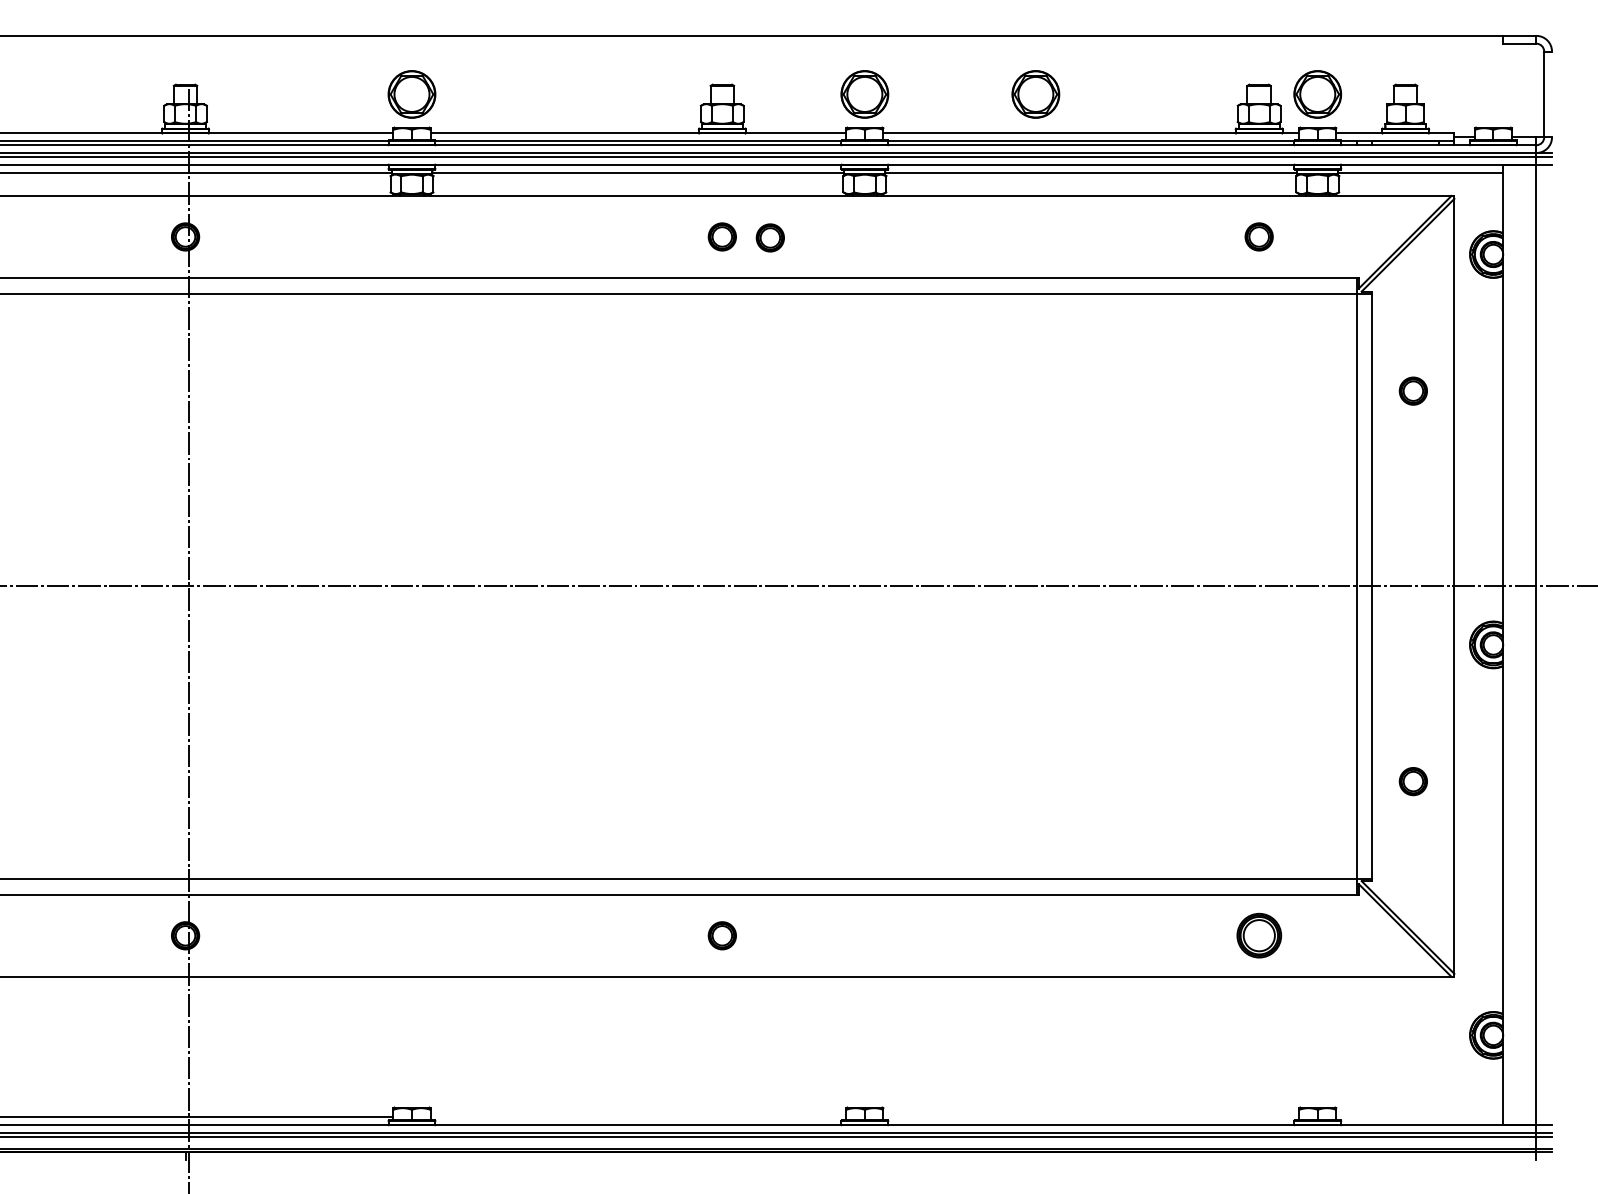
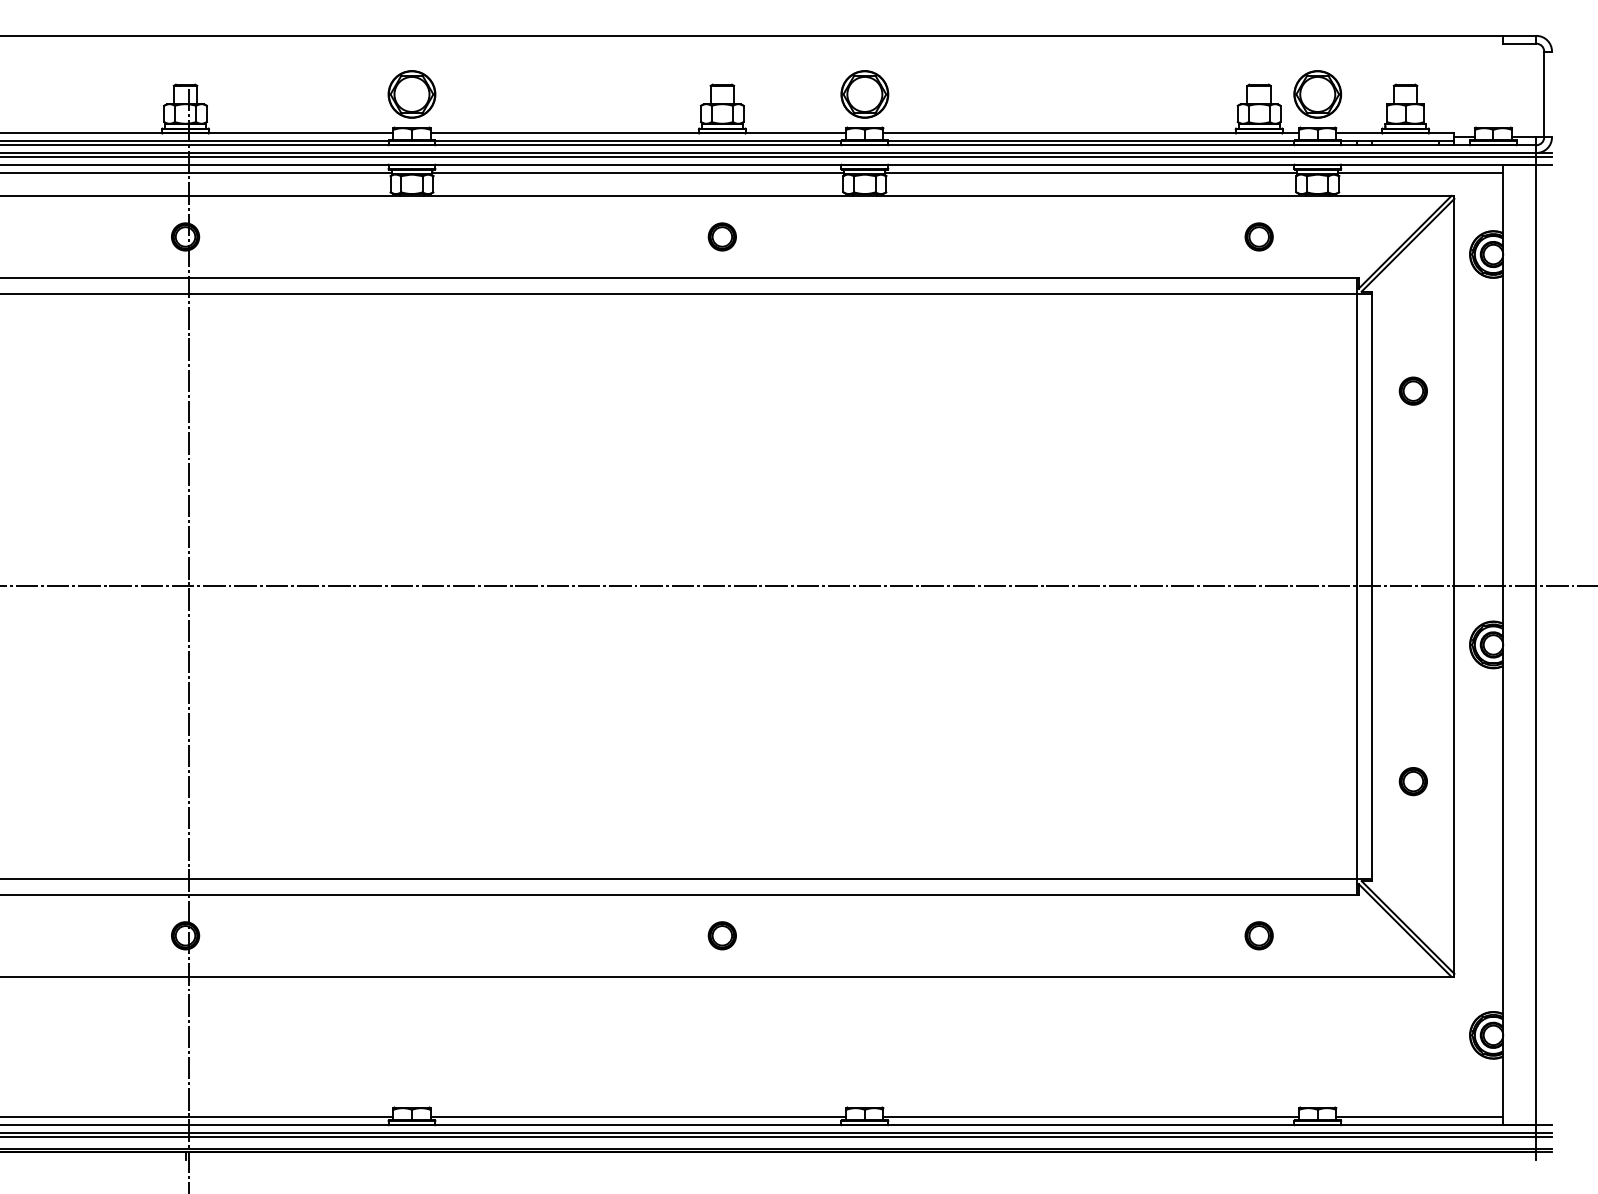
part at (1035, 94): present -> none
part at (769, 237): present -> none
part at (1259, 935) size: 47x47 px -> 30x30 px
line at (638, 1117): none -> present
line at (1091, 1117): none -> present
line at (1419, 1117): none -> present
